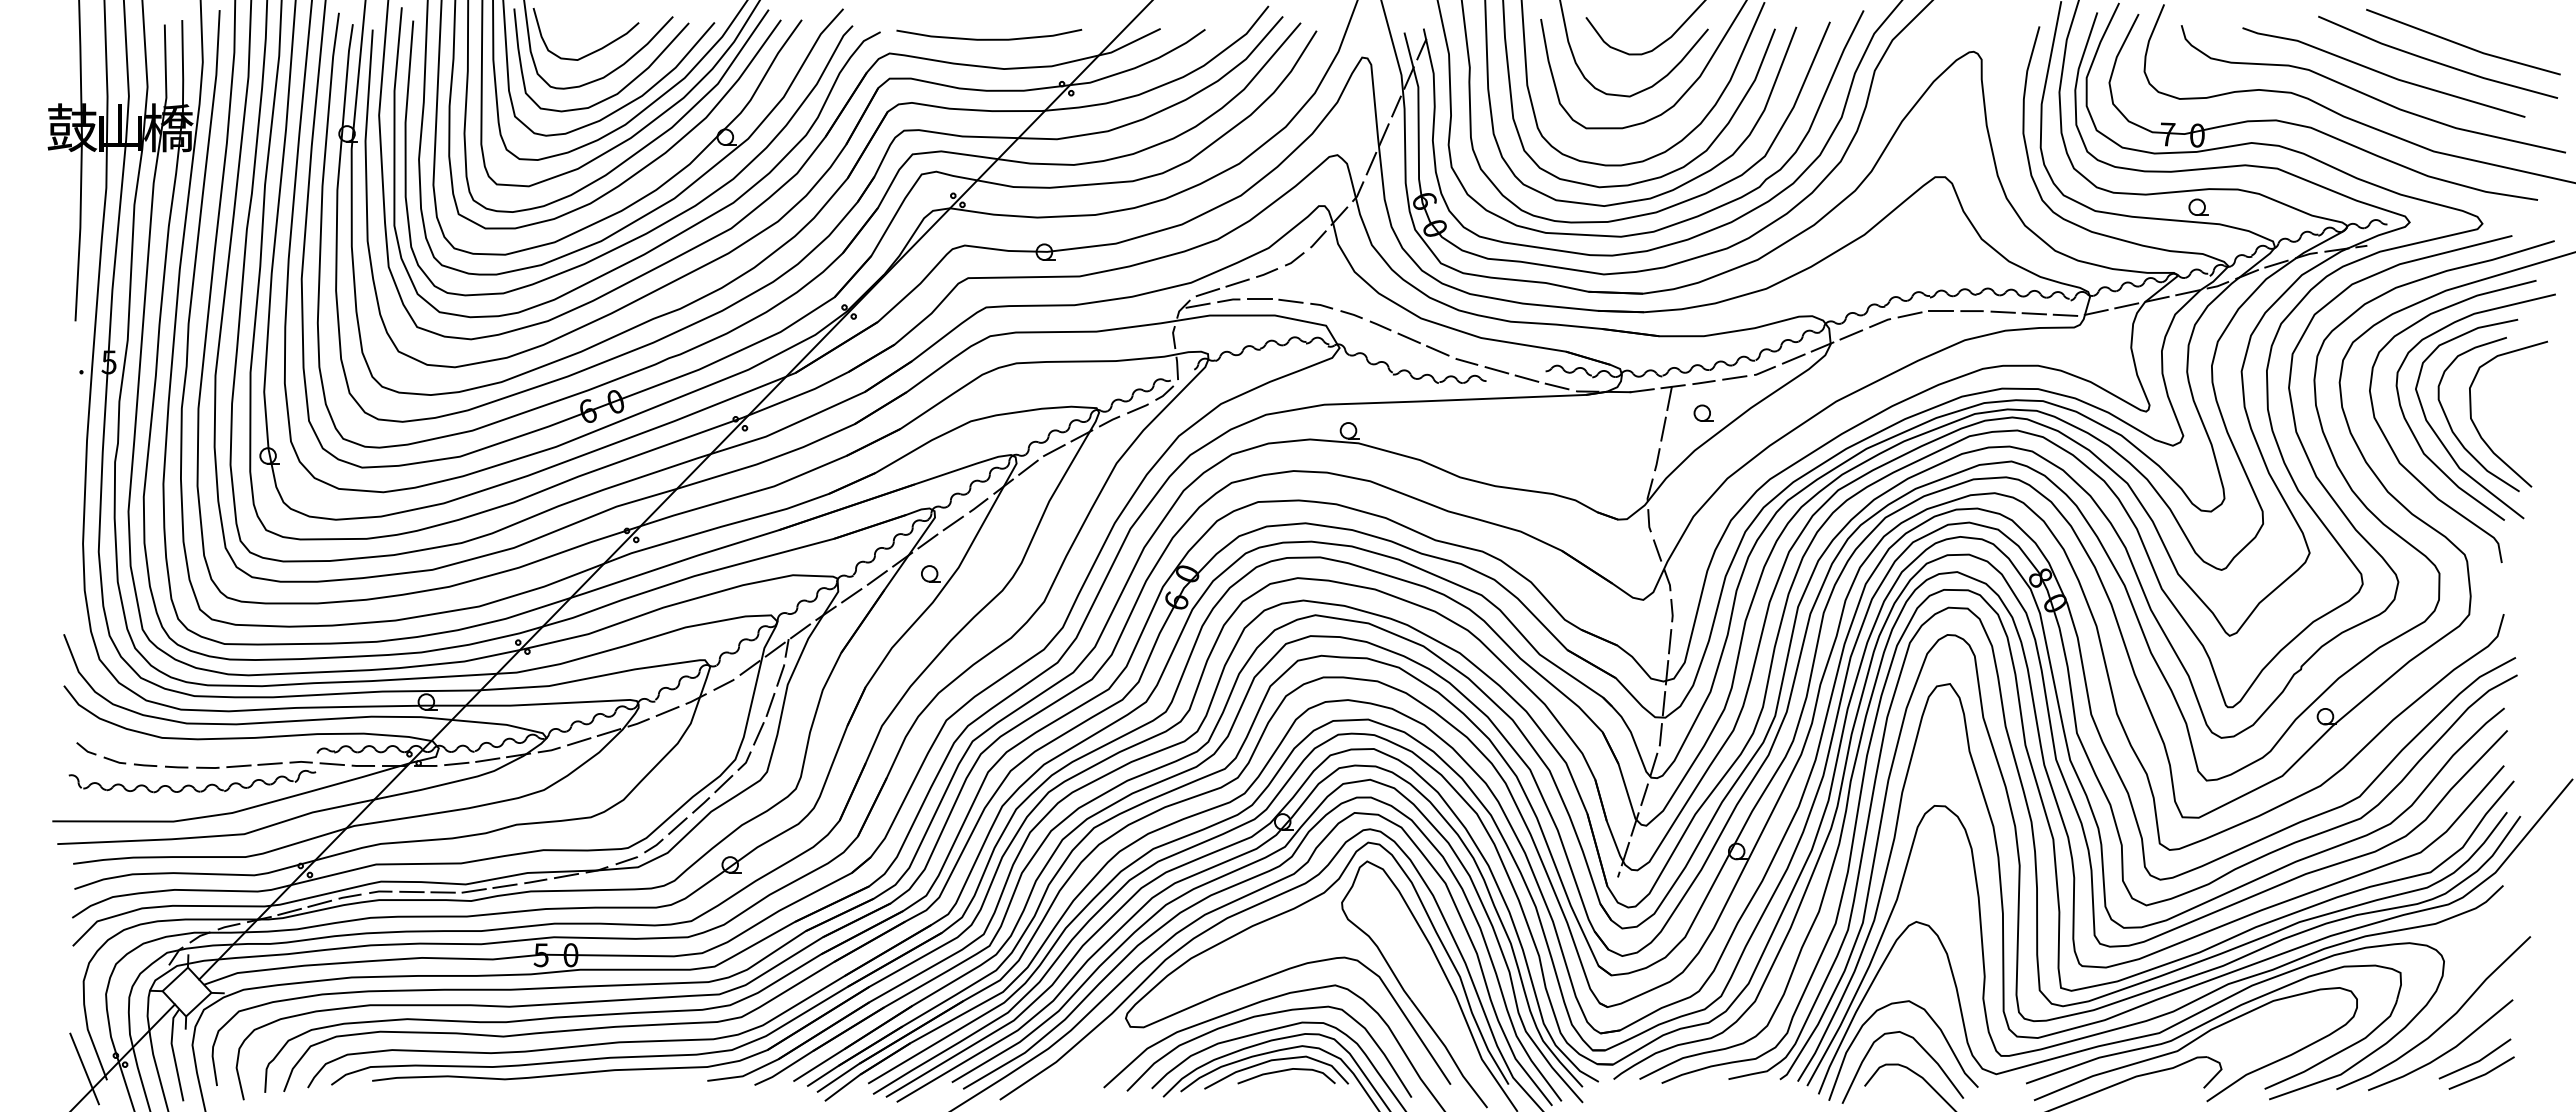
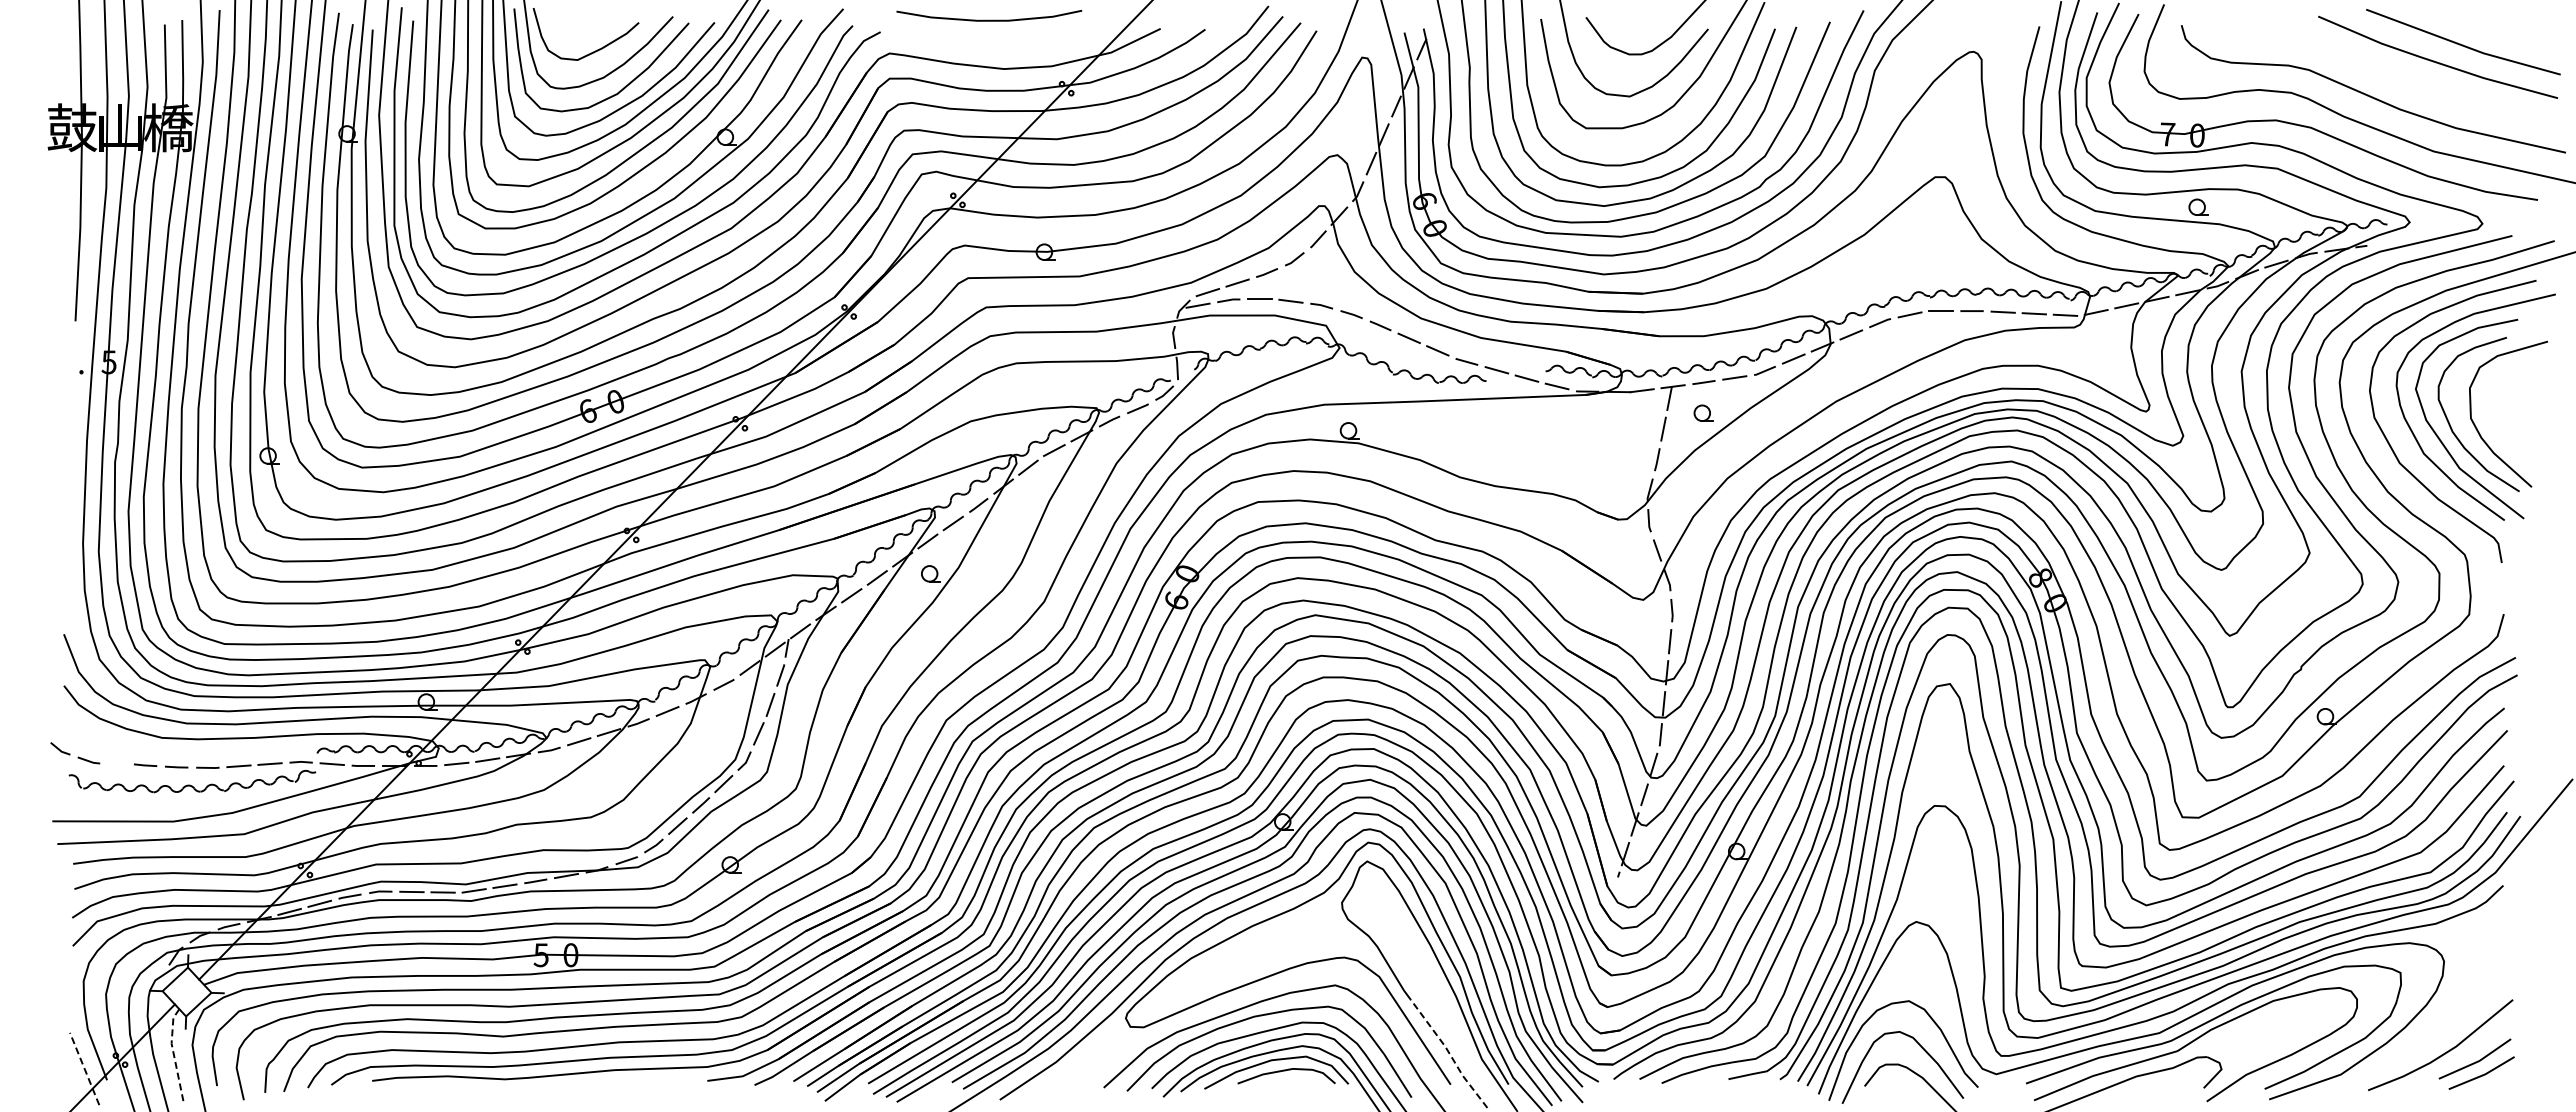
curve at (989, 38) position: (989, 38) -> (989, 19)
line at (2382, 72): present -> none
part at (101, 753) position: (101, 753) -> (75, 753)
curve at (2440, 1025): present -> none
line at (173, 1053): solid -> dashed
line at (1449, 1053): solid -> dashed
line at (84, 1068): solid -> dashed
